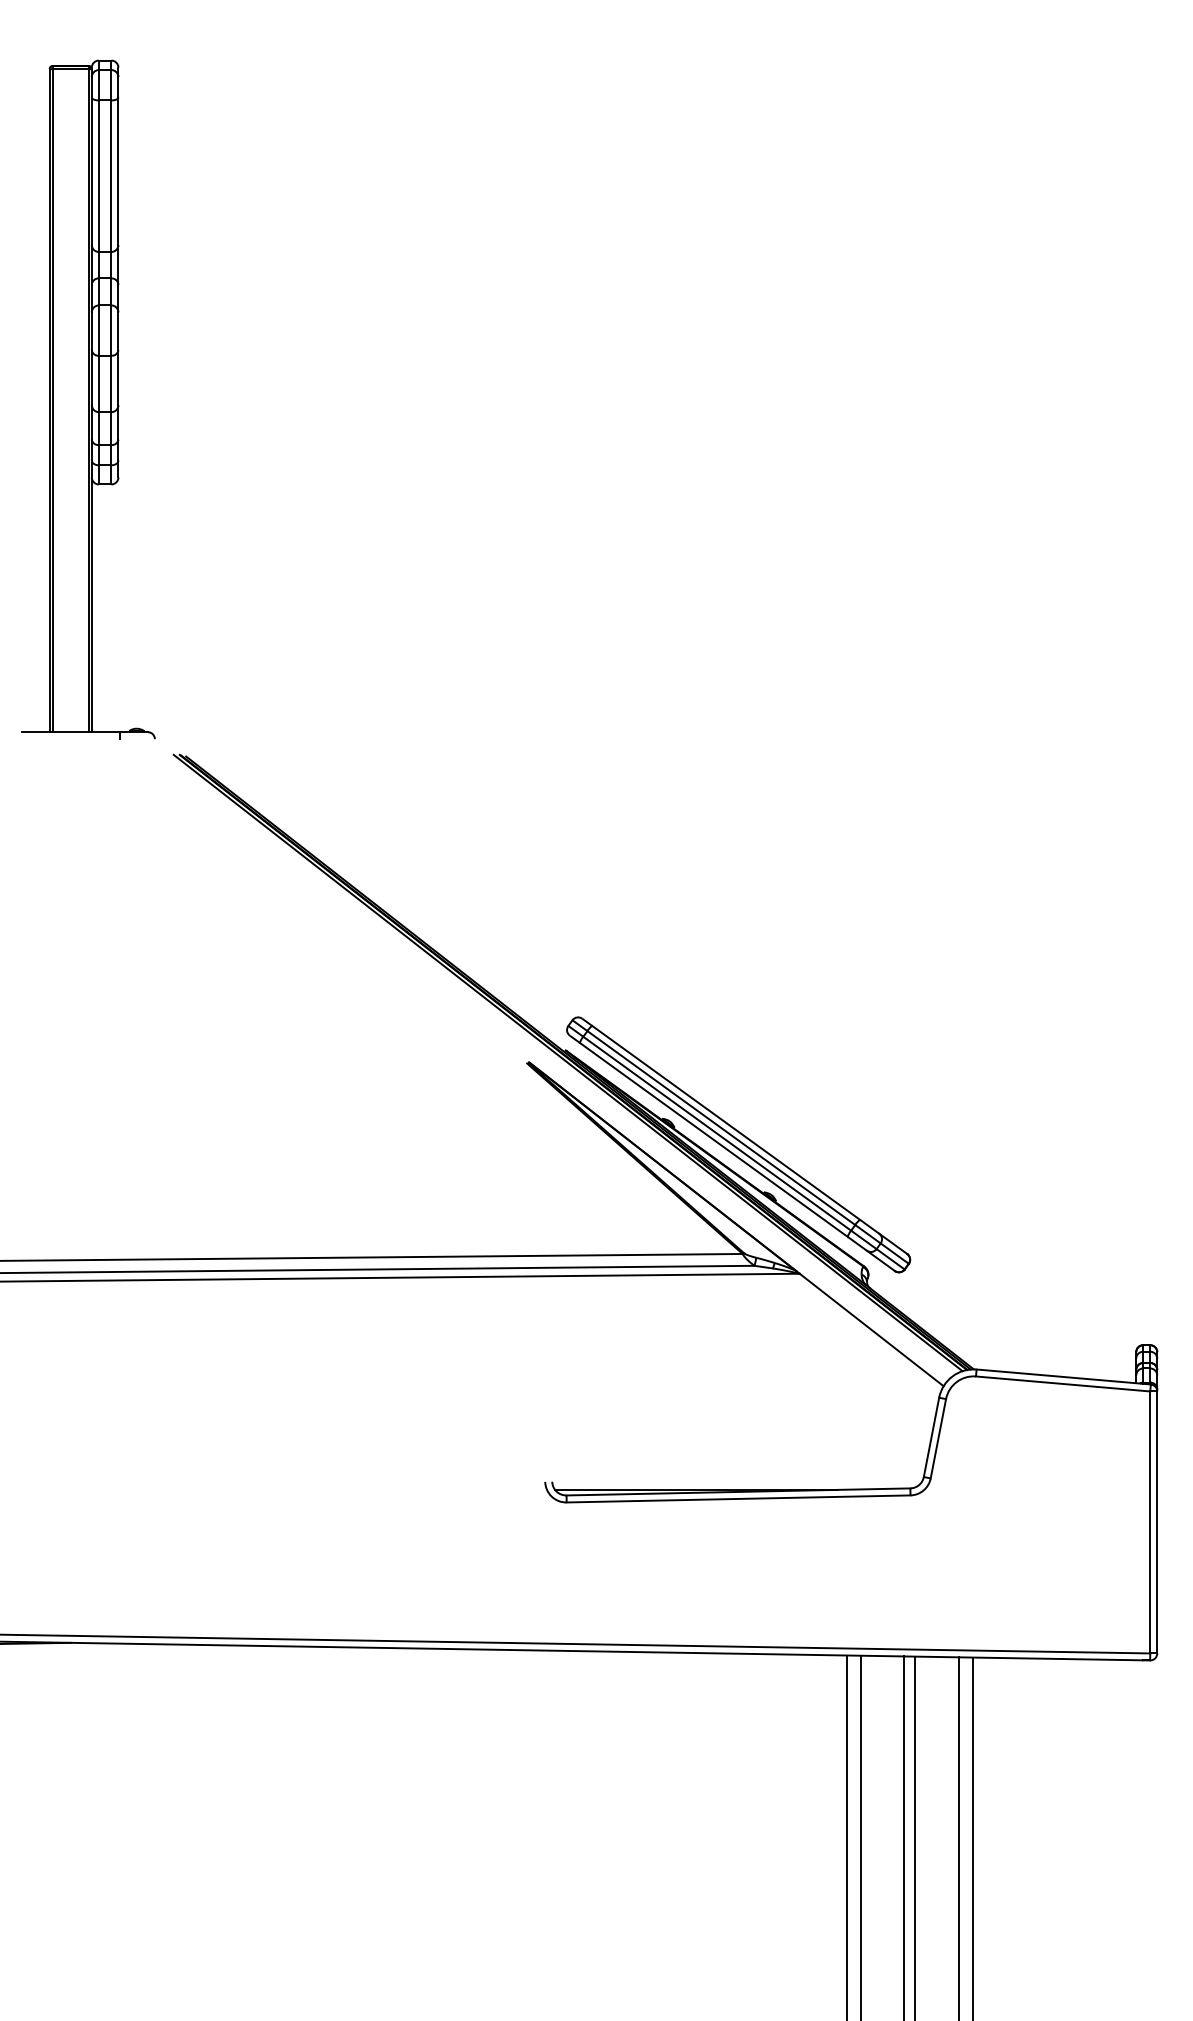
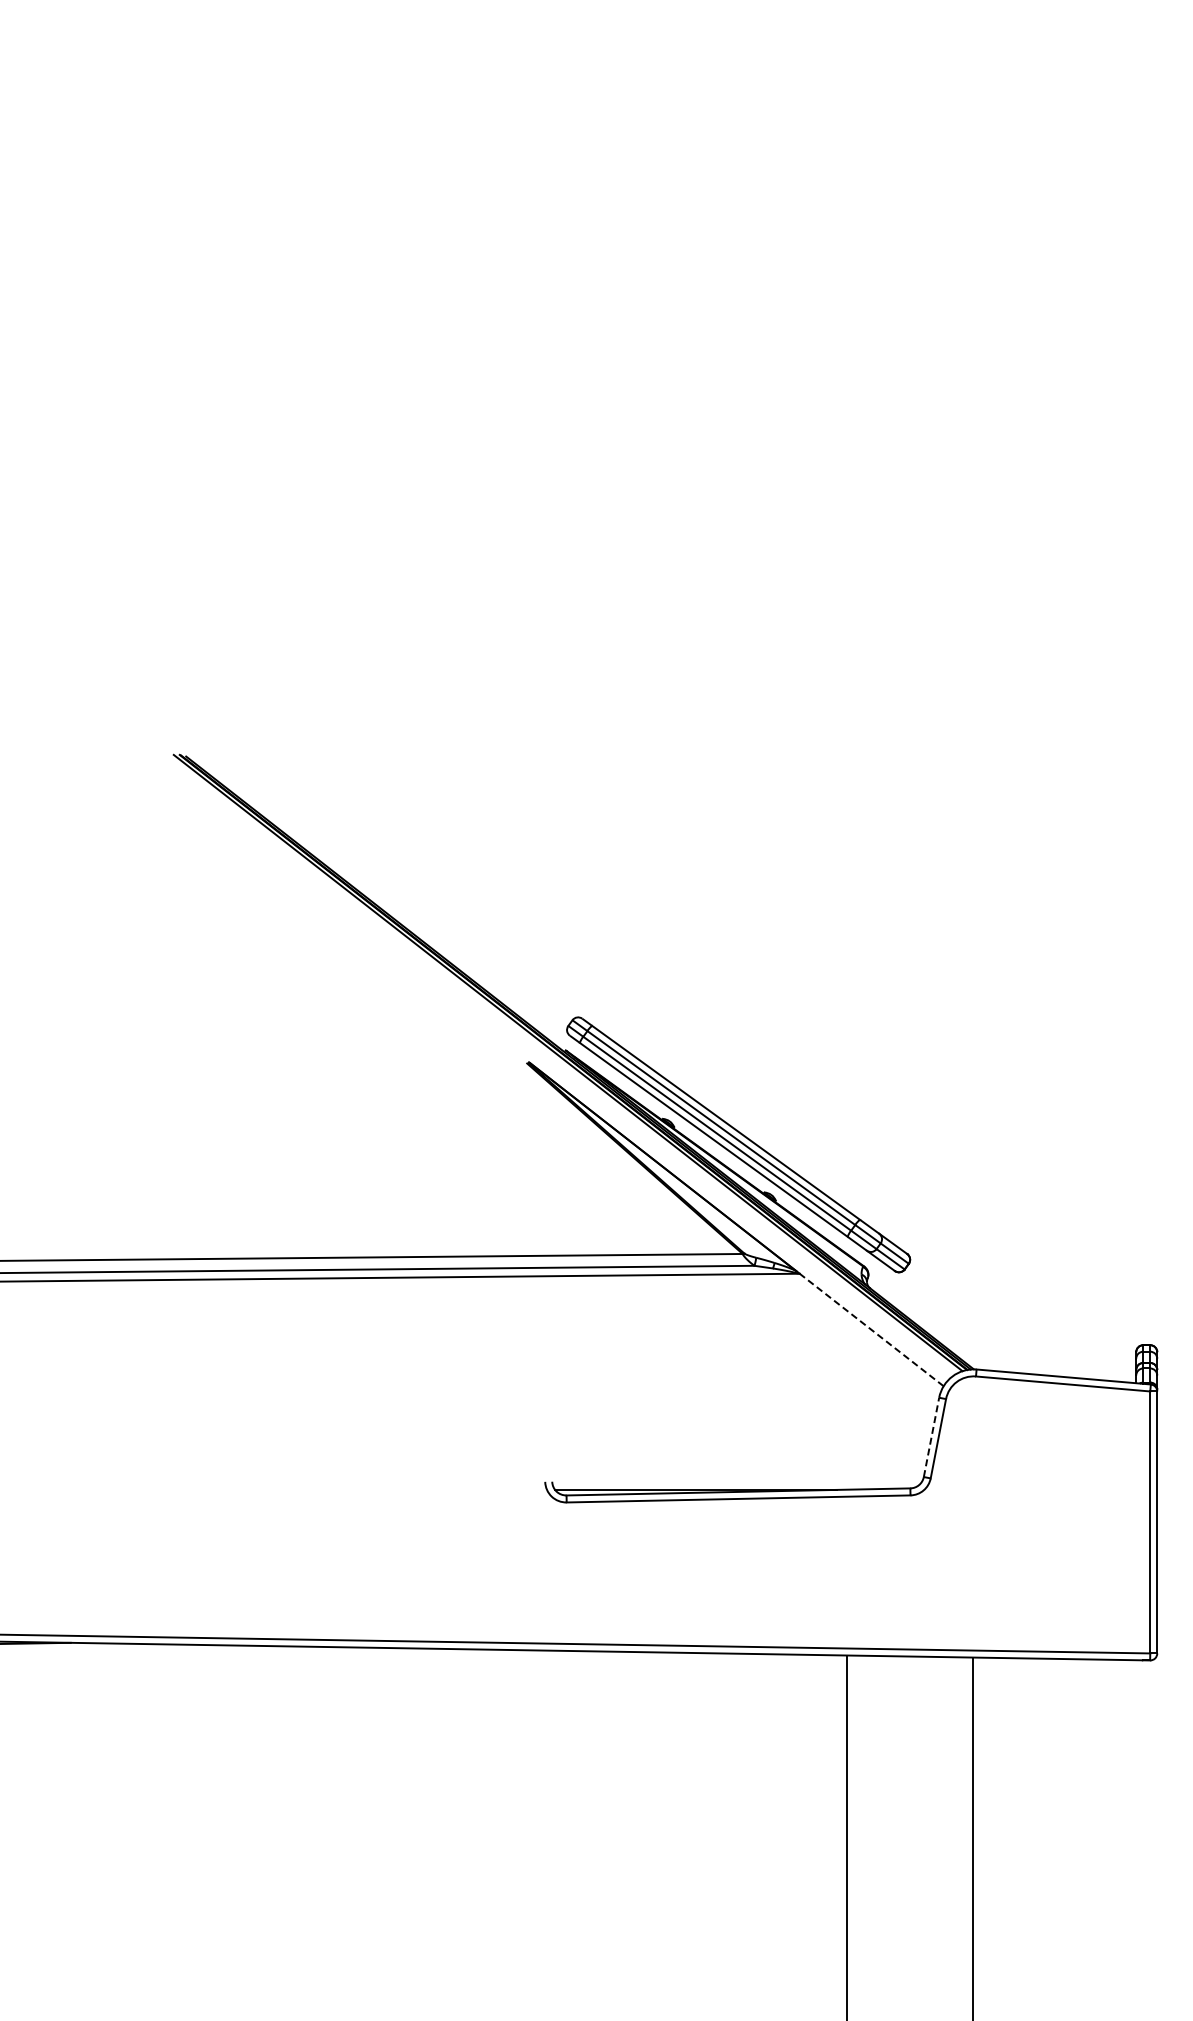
part at (88, 399): present -> none
line at (871, 1329): solid -> dashed
line at (931, 1436): solid -> dashed
line at (860, 1836): present -> none
line at (904, 1836): present -> none
line at (915, 1836): present -> none
line at (958, 1837): present -> none
